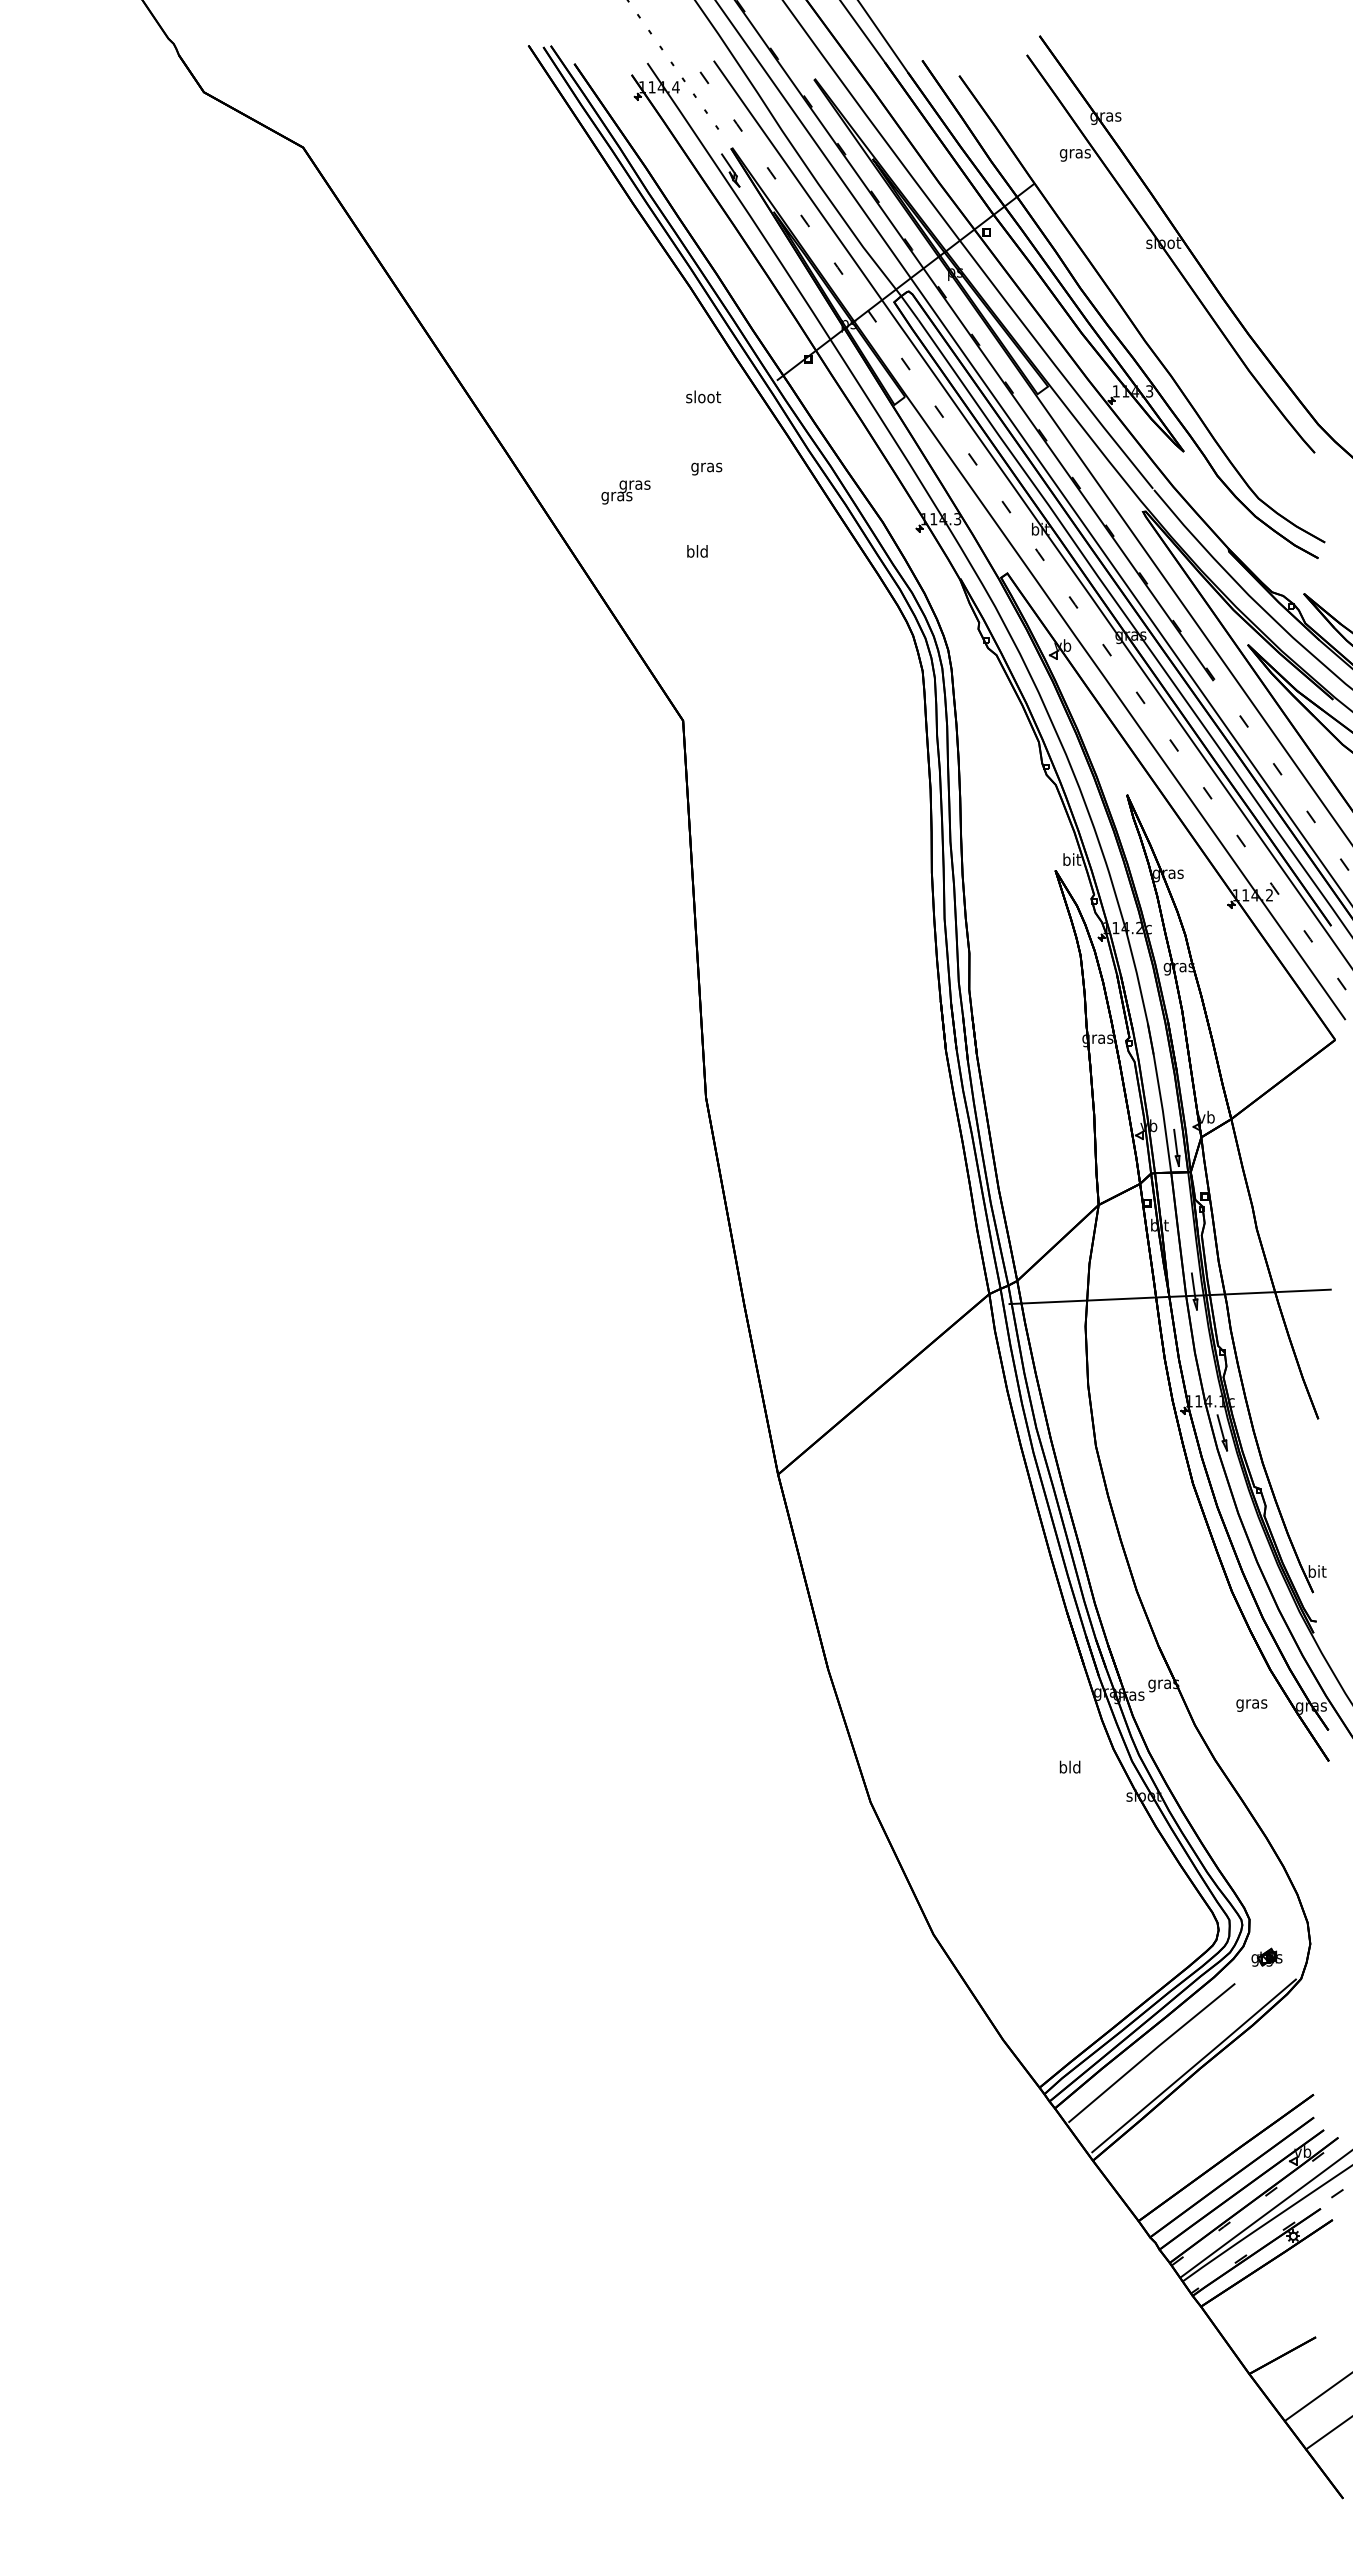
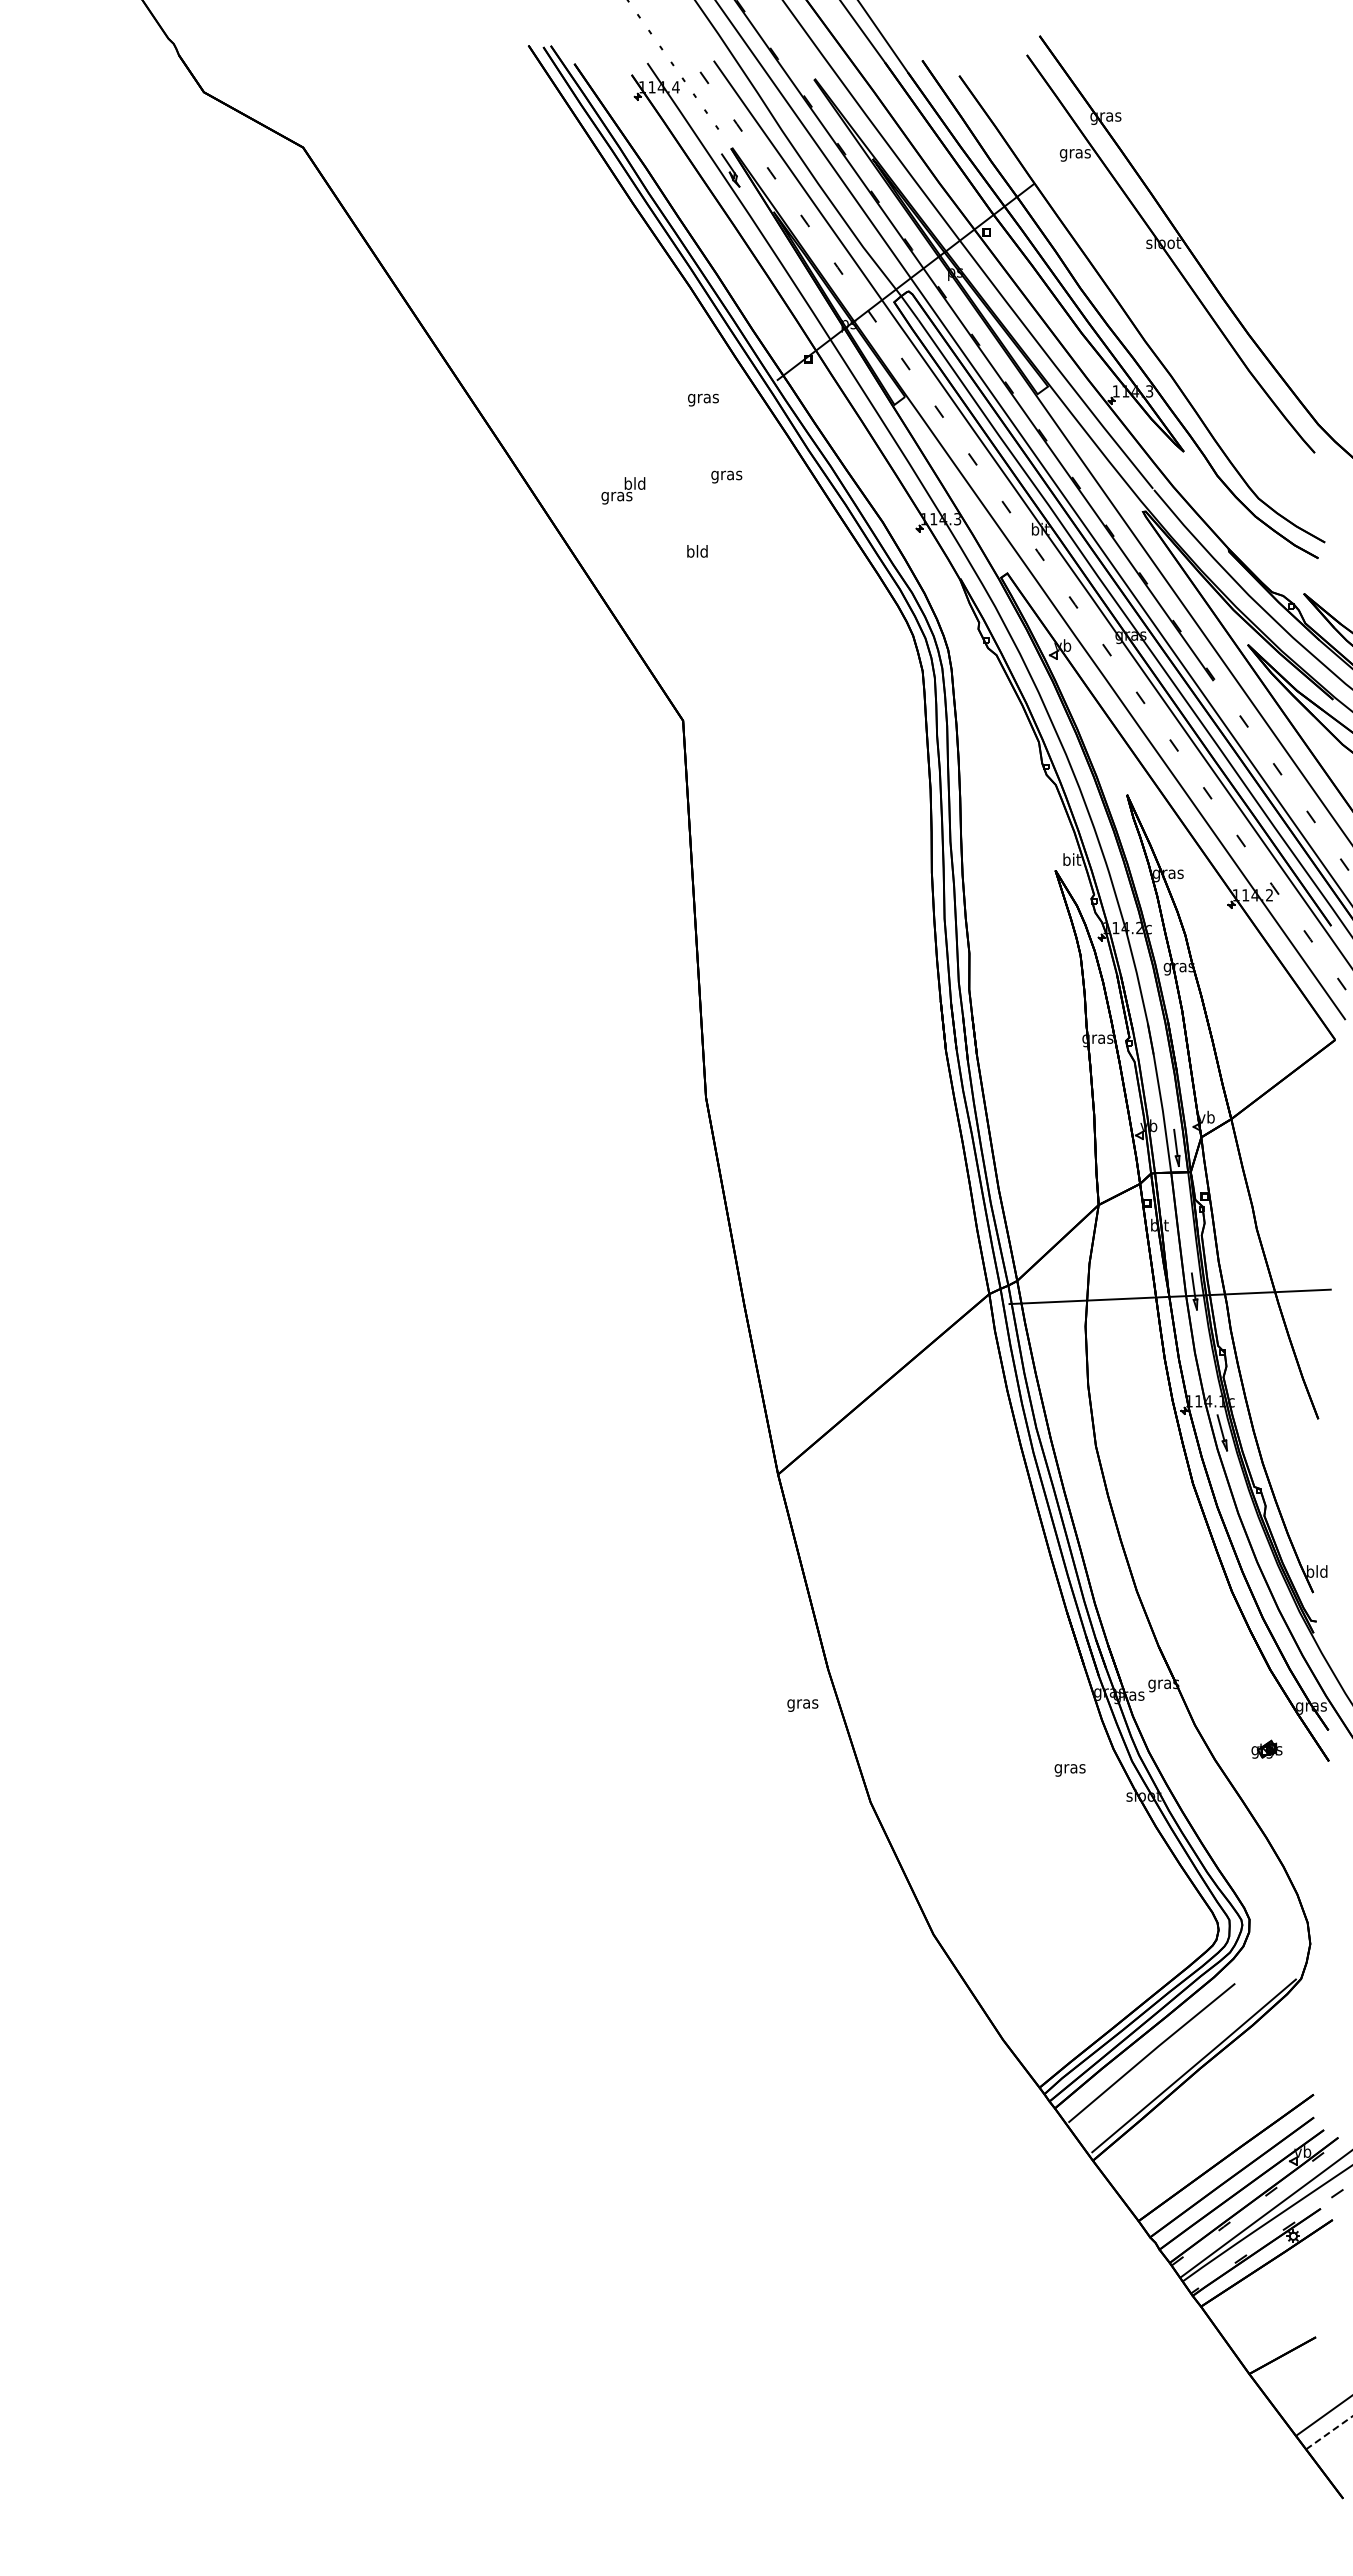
text at (703, 398): sloot -> gras
text at (706, 468) position: (706, 468) -> (726, 476)
text at (634, 484): gras -> bld
text at (1317, 1571): bit -> bld
text at (1251, 1705) position: (1251, 1705) -> (802, 1705)
text at (1069, 1768): bld -> gras
part at (1266, 1956) position: (1266, 1956) -> (1266, 1748)
line at (1317, 2397) position: (1317, 2397) -> (1322, 2416)
line at (1329, 2432): solid -> dashed
